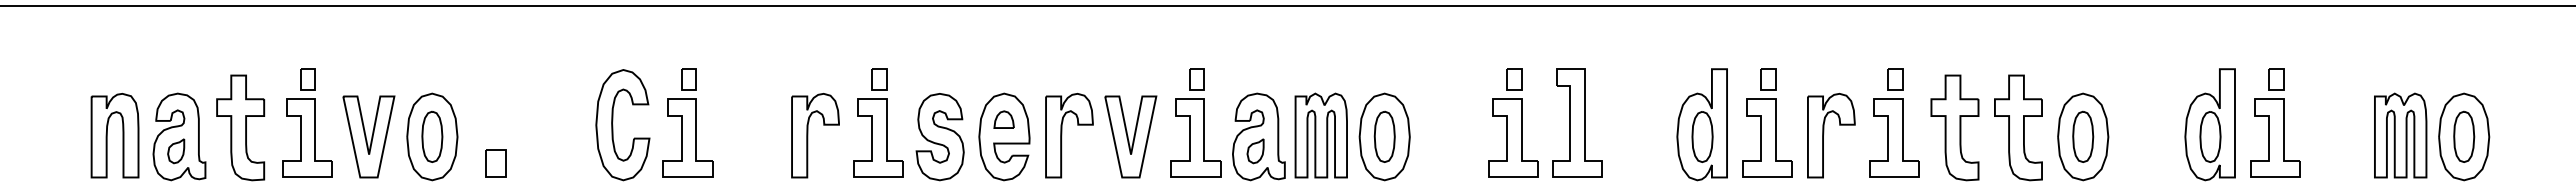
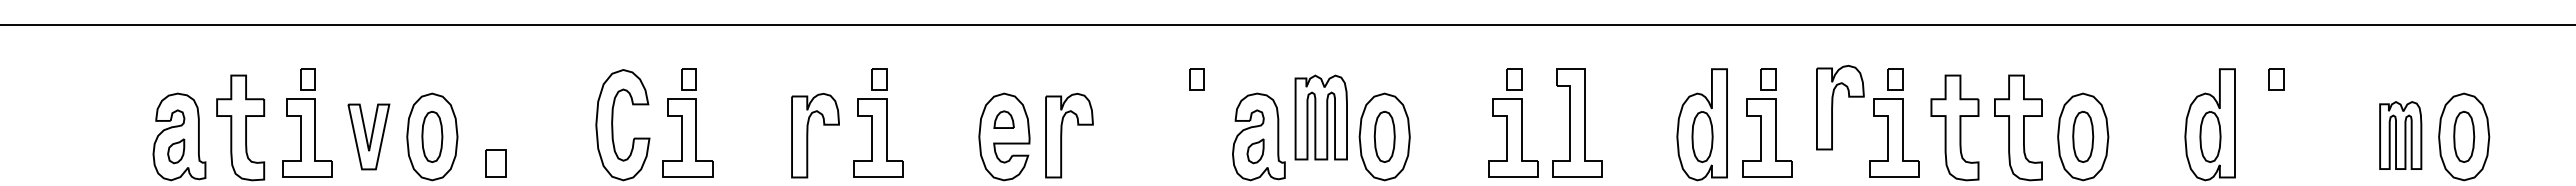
line at (1287, 5) position: (1287, 5) -> (1287, 24)
part at (1824, 133) position: (1824, 133) -> (1833, 105)
part at (107, 135): present -> none
part at (1320, 135) position: (1320, 135) -> (1320, 117)
part at (2400, 135) size: 54x87 px -> 44x69 px
part at (368, 136) size: 54x84 px -> 44x68 px
part at (1130, 136): present -> none
part at (939, 137): present -> none
part at (1195, 137): present -> none
part at (2275, 137): present -> none
